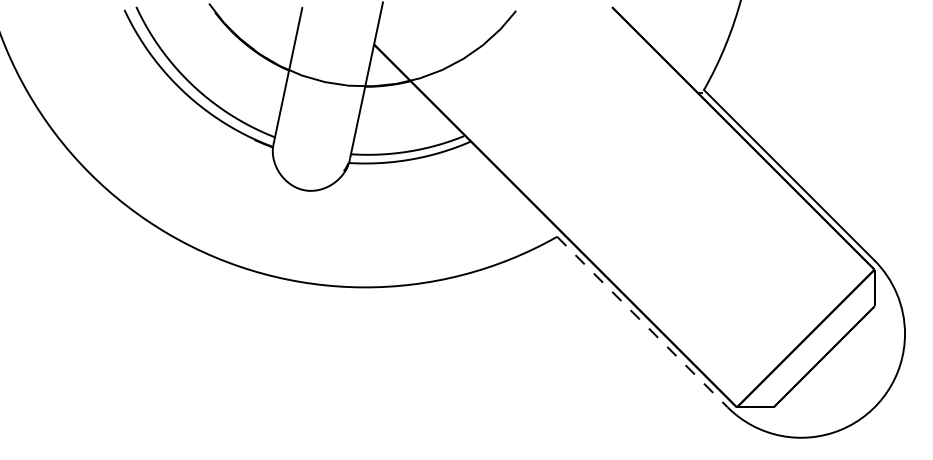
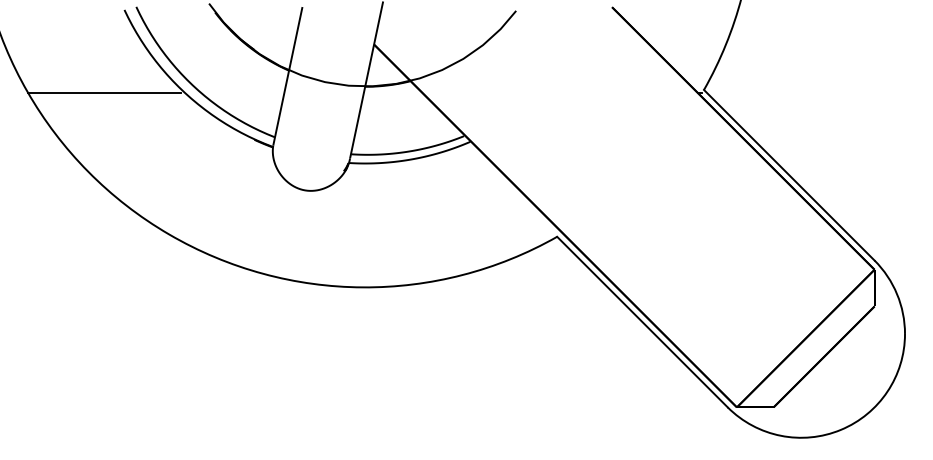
line at (104, 92): none -> present
line at (642, 322): dashed -> solid
